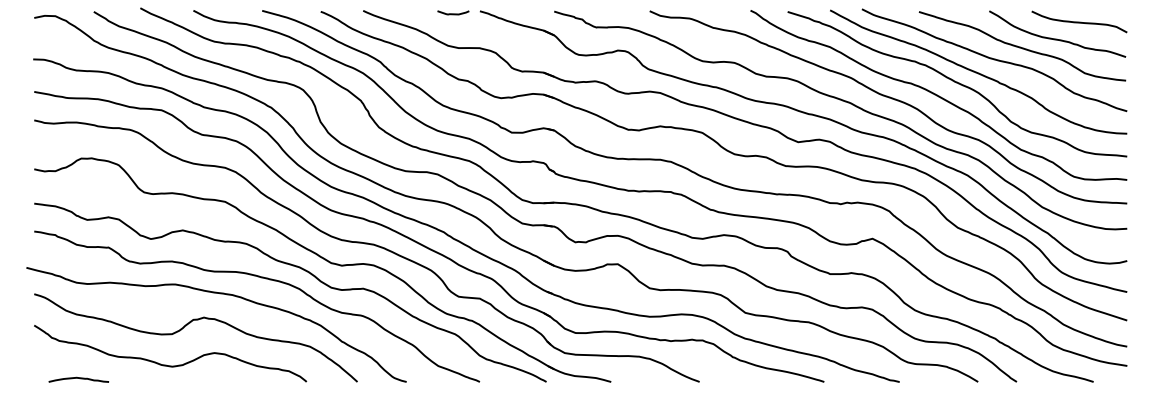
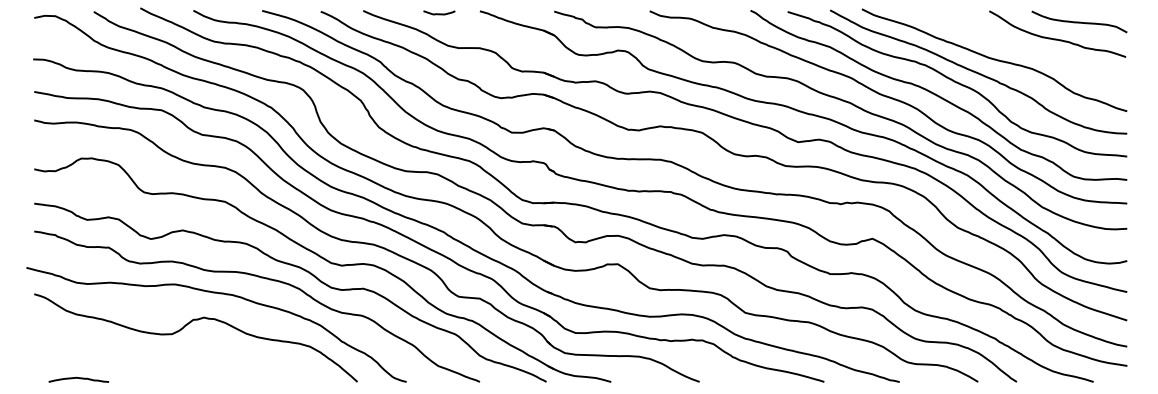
curve at (453, 13) position: (453, 13) -> (439, 13)
curve at (1022, 47): present -> none
curve at (166, 364): present -> none
